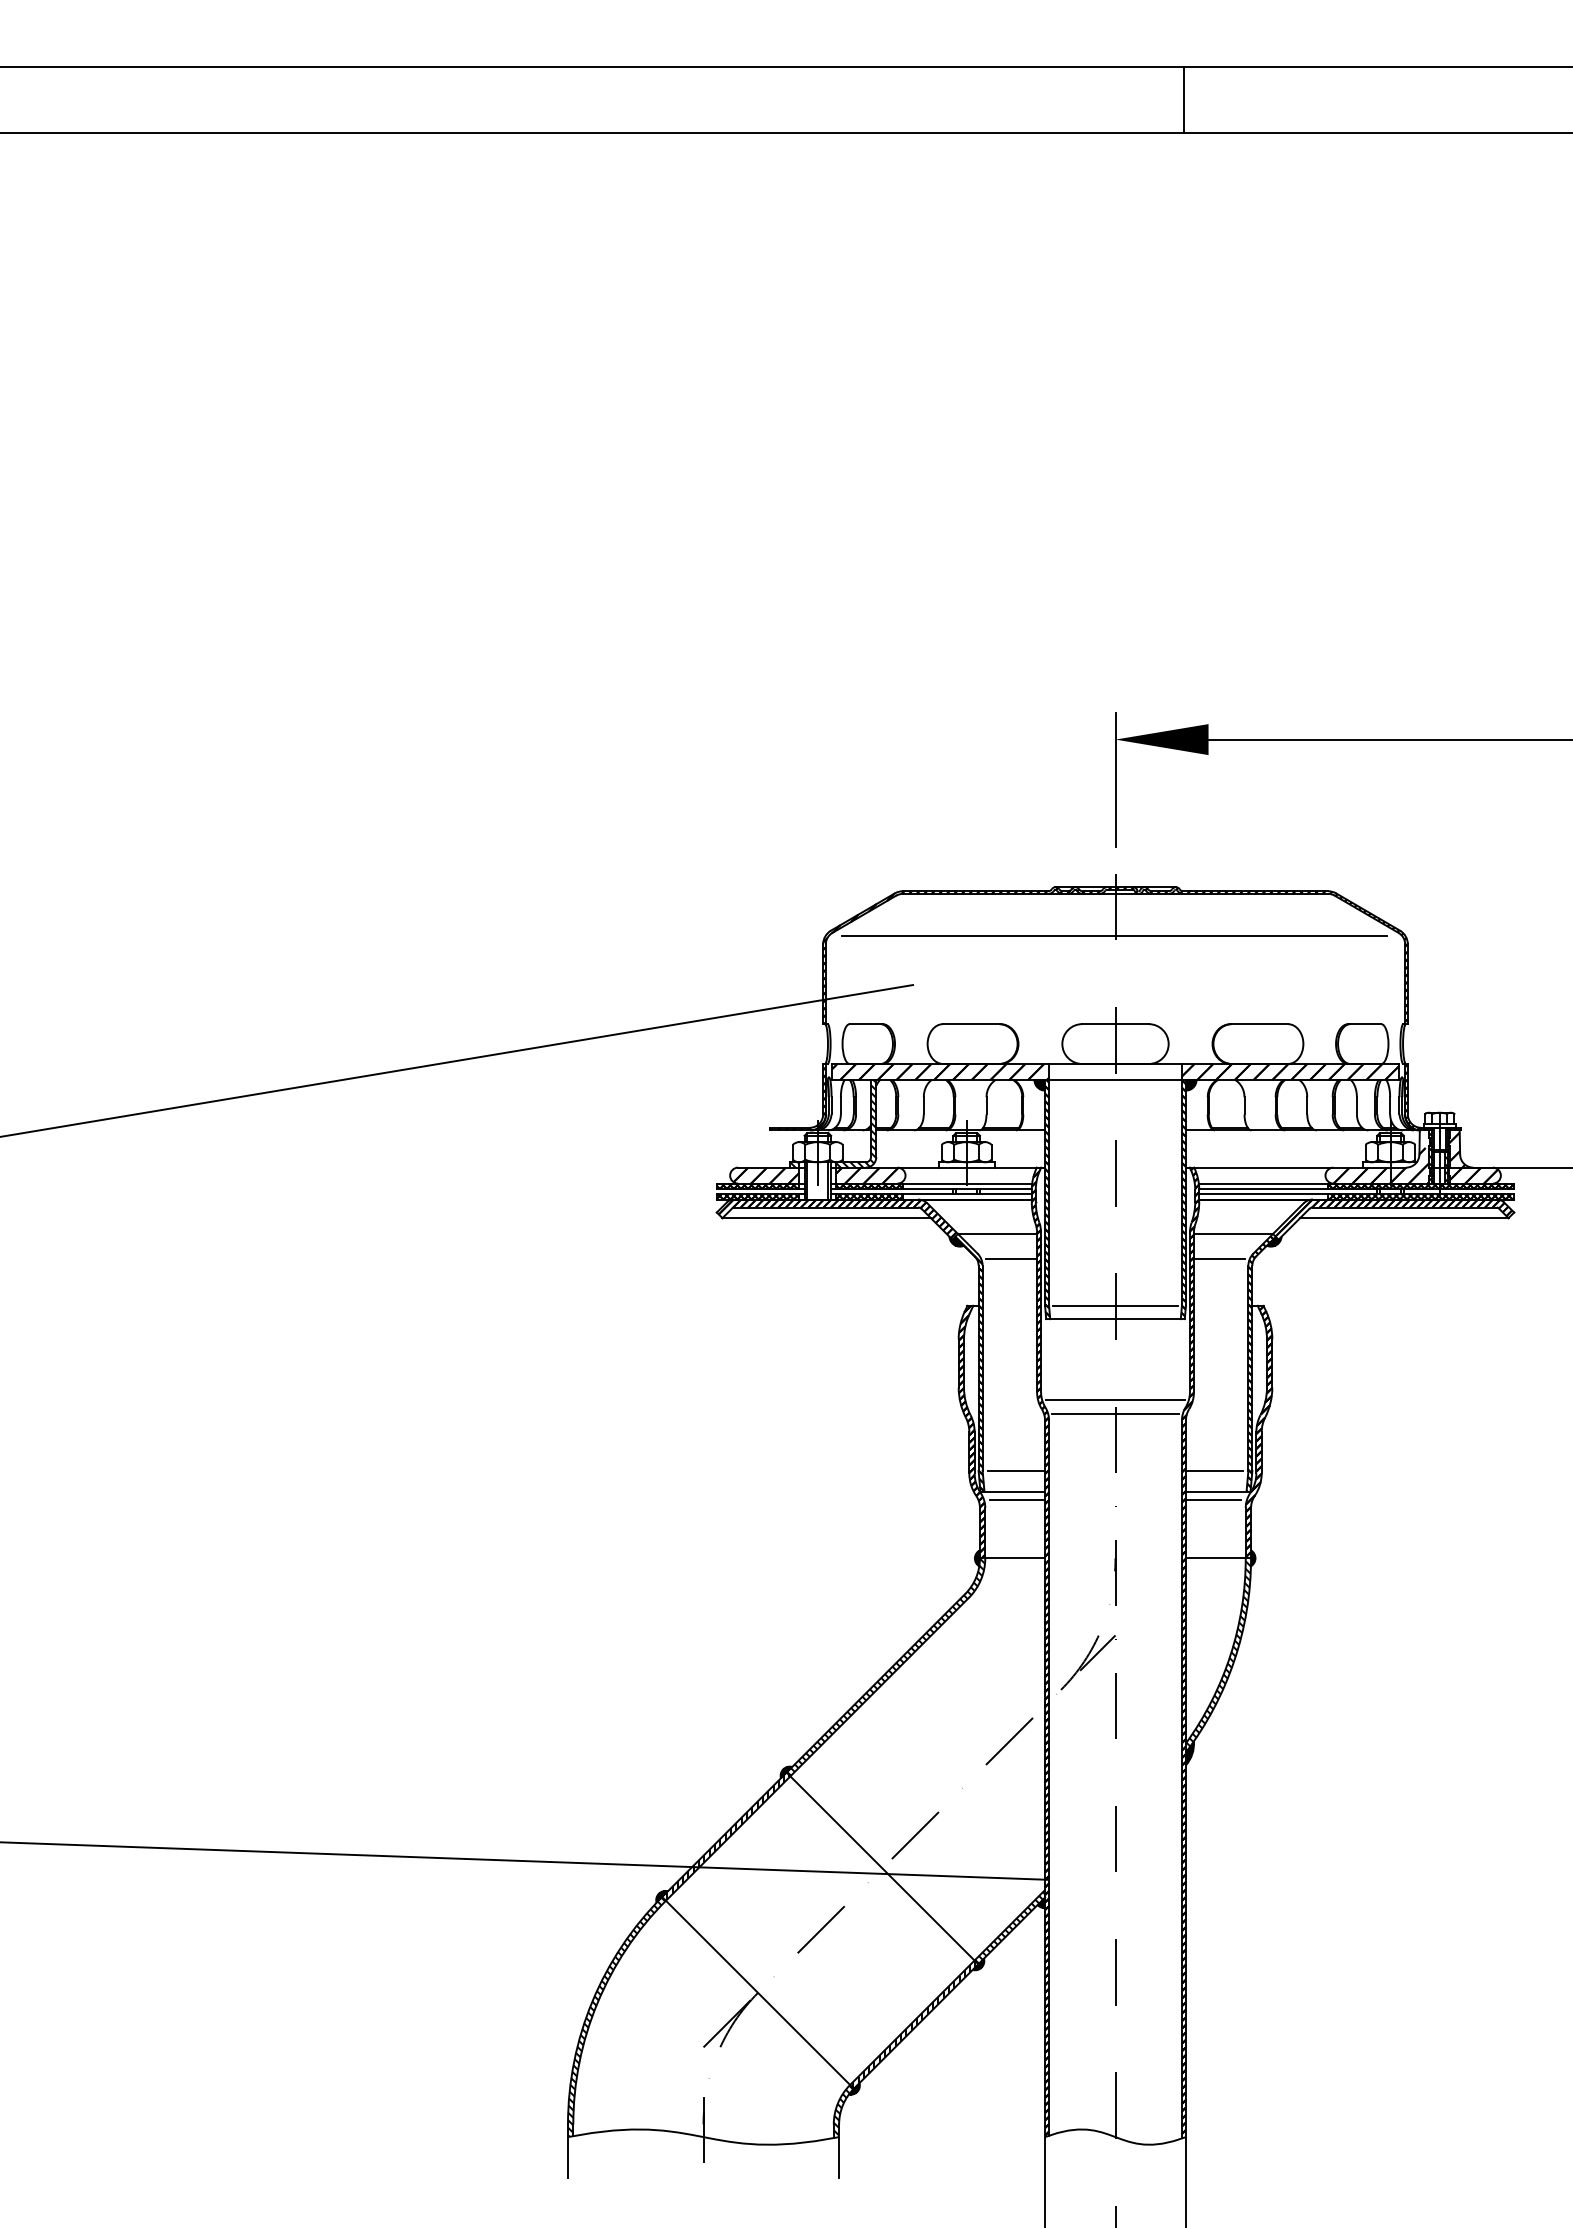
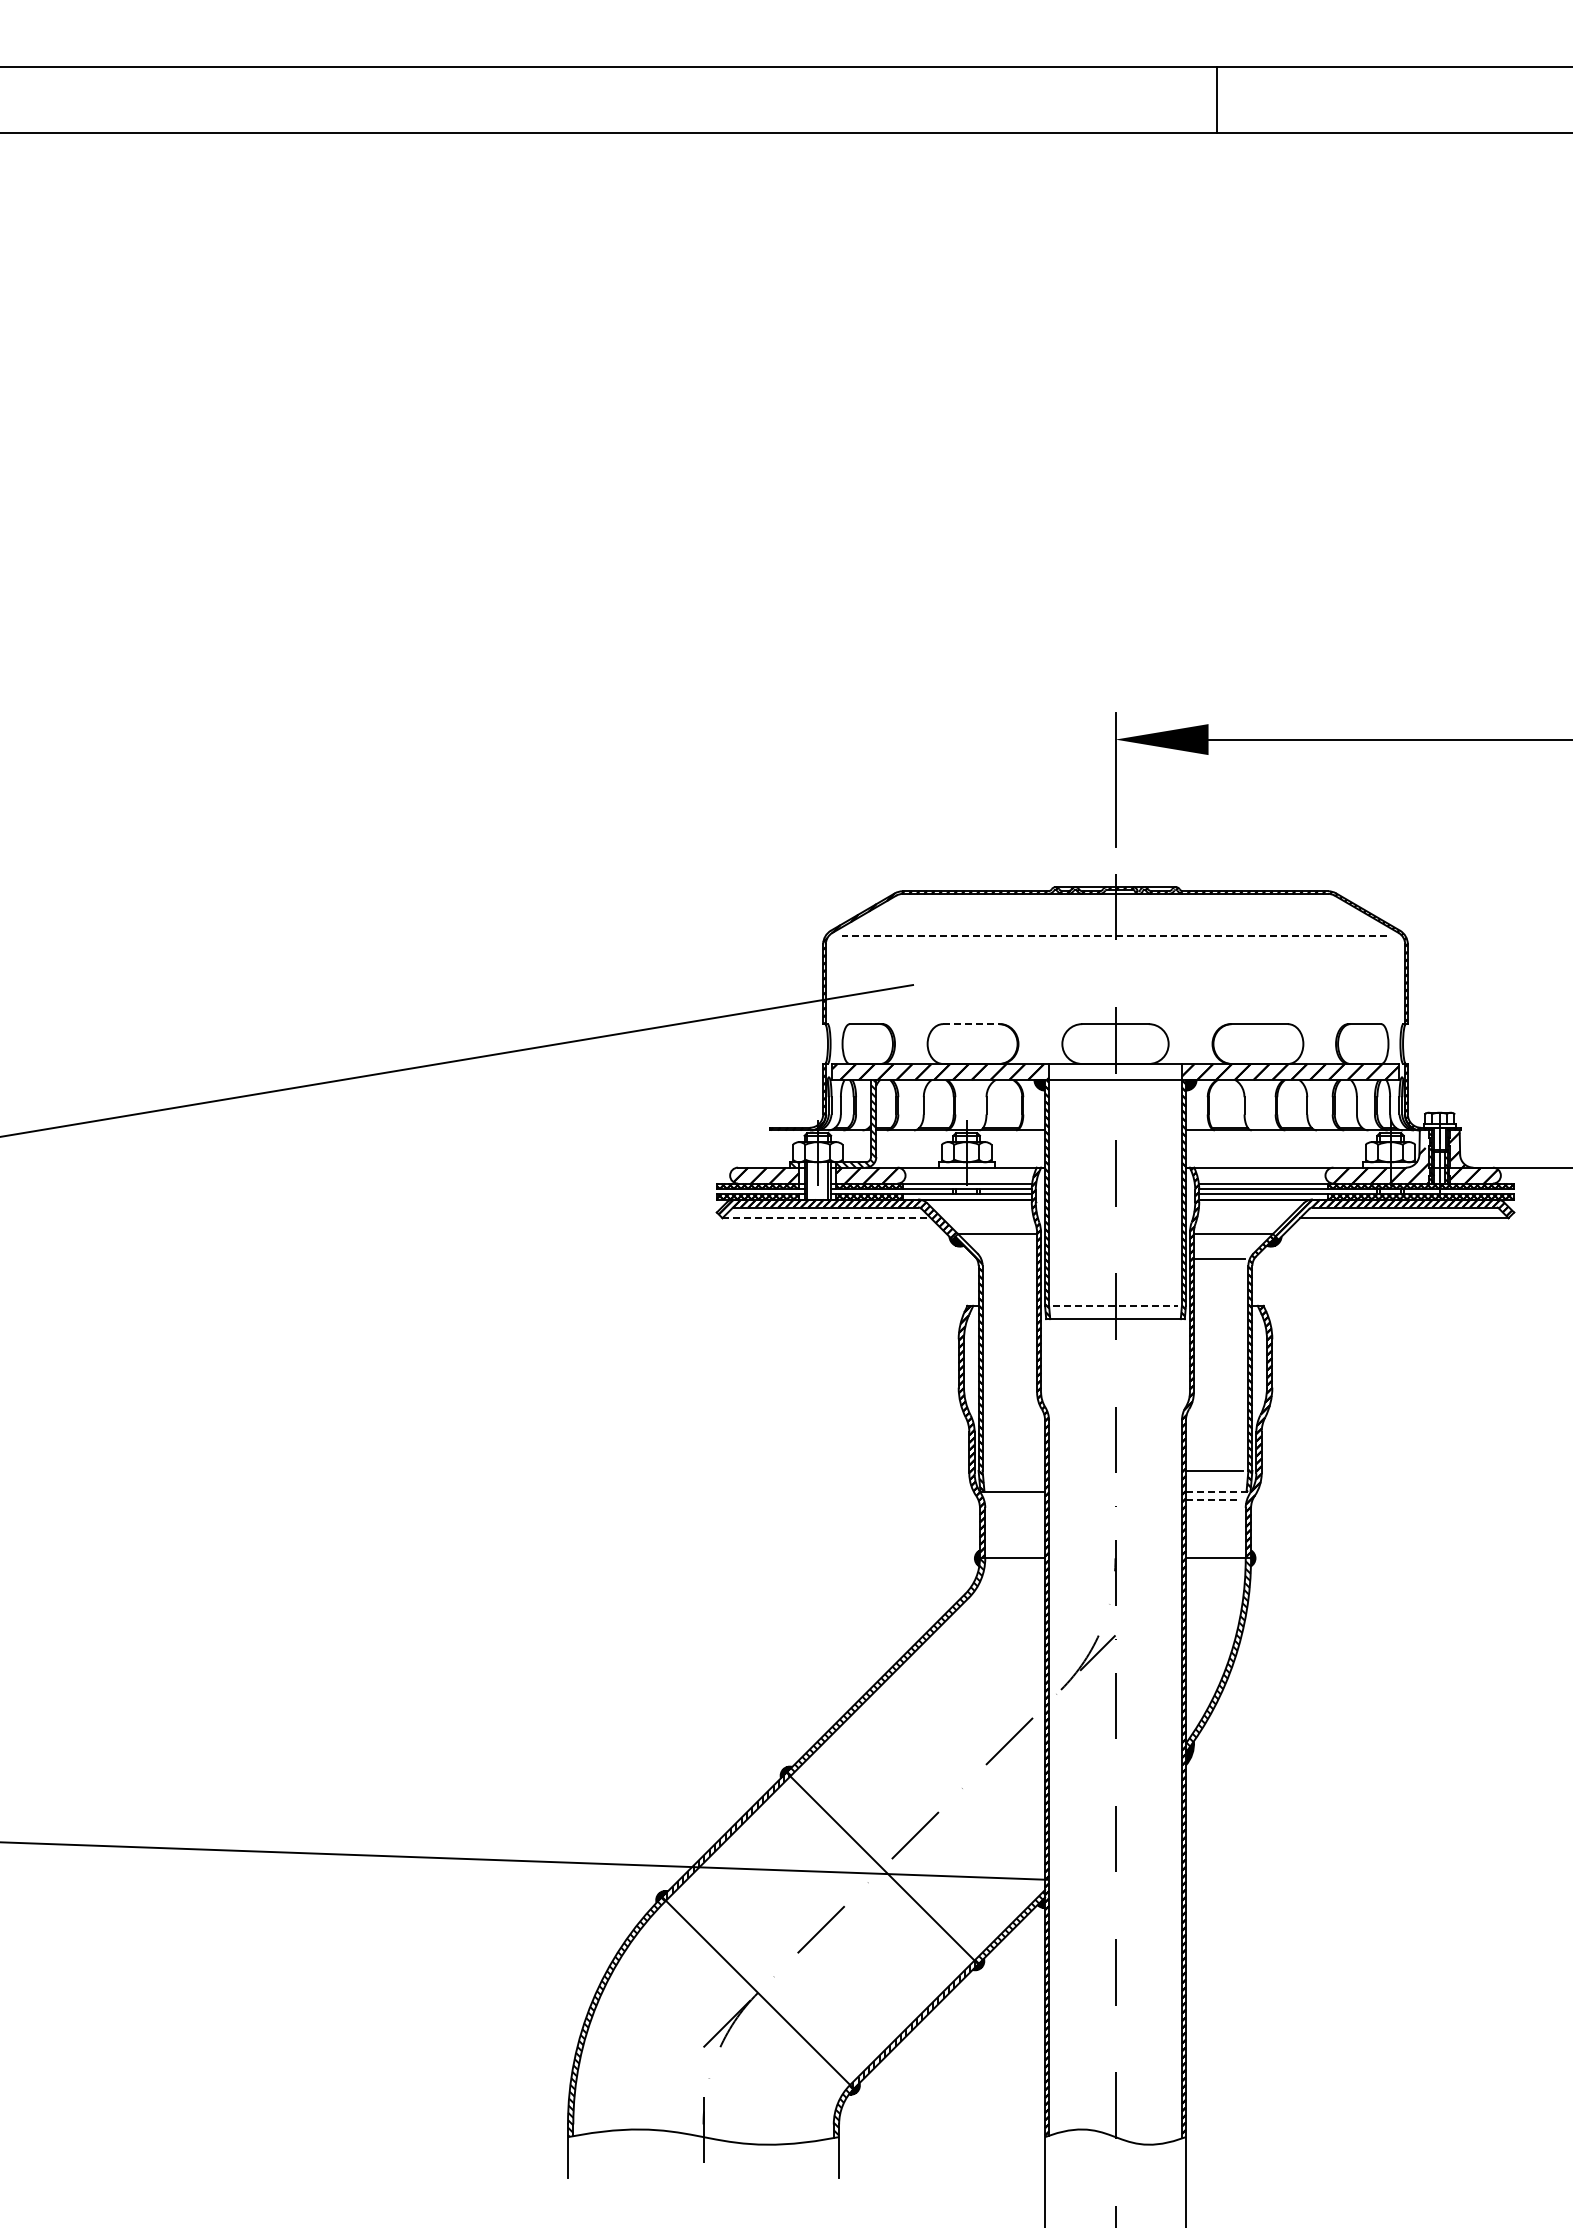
line at (1184, 99) position: (1184, 99) -> (1217, 99)
line at (1114, 936): solid -> dashed
line at (971, 1024): solid -> dashed
line at (827, 1218): solid -> dashed
line at (1011, 1259): present -> none
line at (1116, 1305): solid -> dashed
line at (1115, 1400): present -> none
line at (1115, 1413): present -> none
line at (1016, 1470): present -> none
line at (1218, 1491): solid -> dashed
line at (1017, 1500): present -> none
line at (1213, 1500): solid -> dashed
